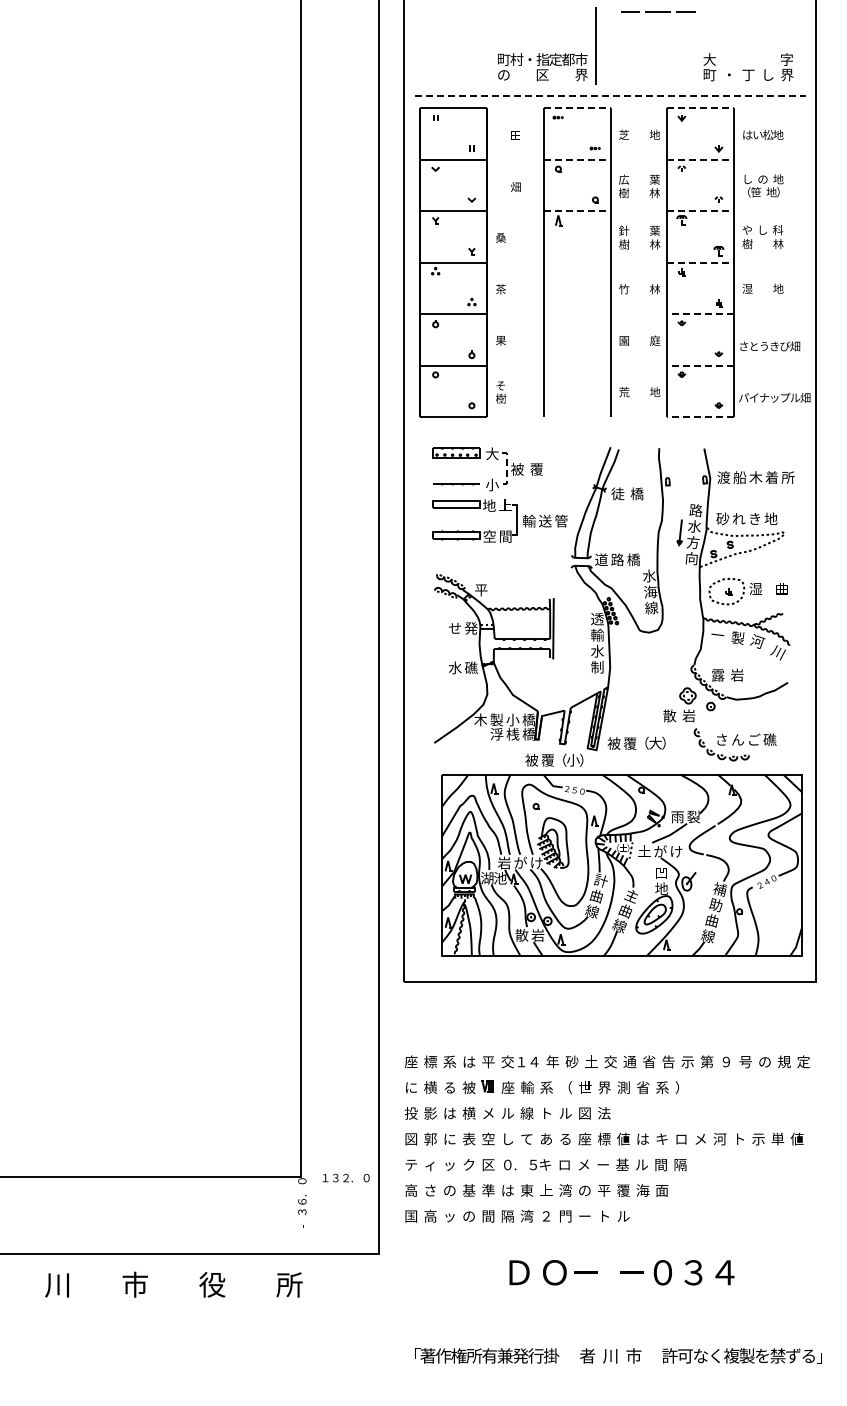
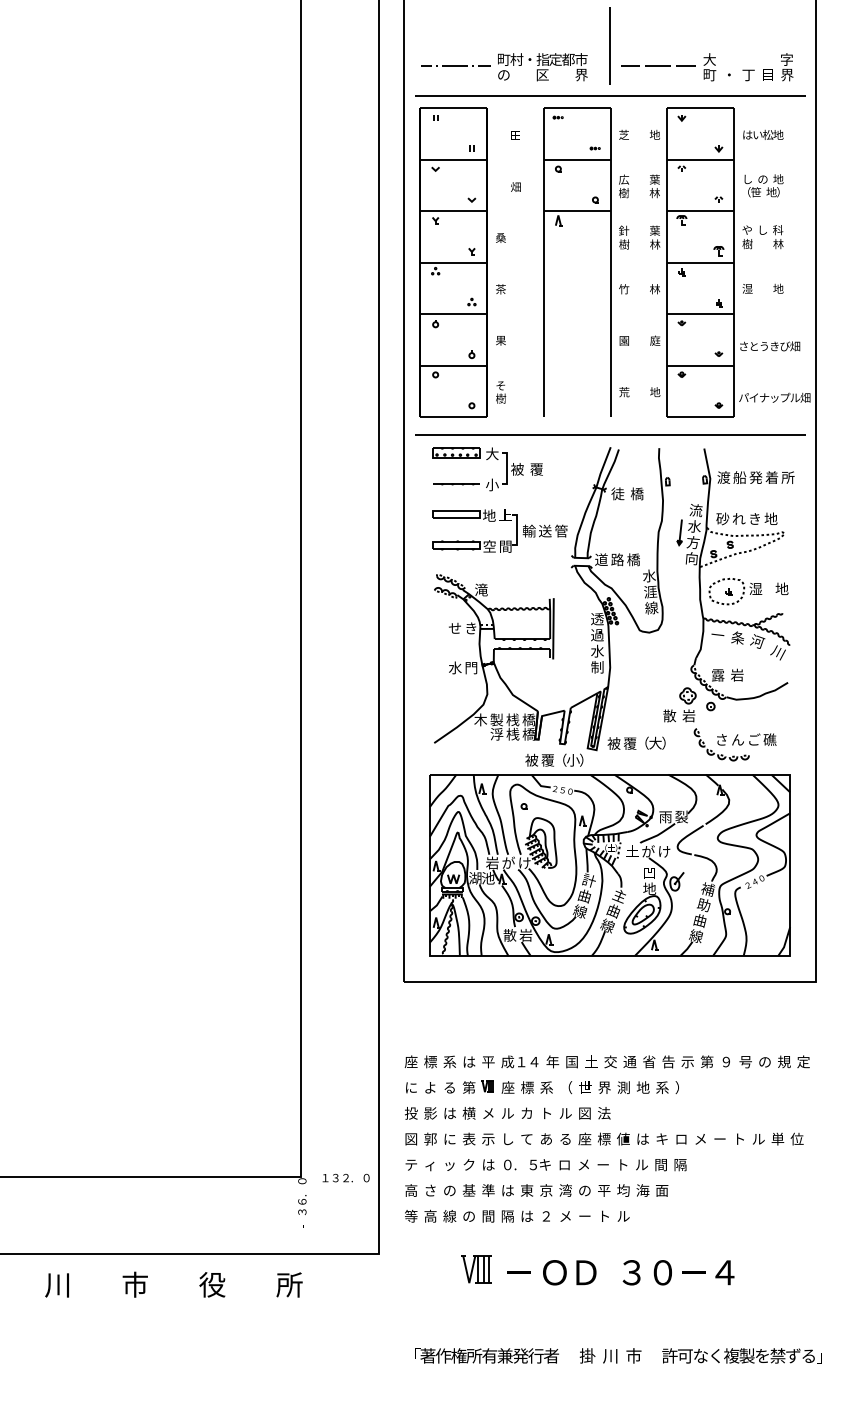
line at (658, 11) position: (658, 11) -> (658, 65)
line at (595, 45) position: (595, 45) -> (609, 45)
line at (455, 65): none -> present
text at (768, 74): し -> 目
line at (610, 95): dashed -> solid
line at (577, 108): dashed -> solid
line at (701, 108): dashed -> solid
line at (577, 159): dashed -> solid
line at (701, 159): dashed -> solid
line at (577, 211): dashed -> solid
line at (701, 211): dashed -> solid
line at (701, 262): dashed -> solid
line at (700, 314): dashed -> solid
line at (700, 365): dashed -> solid
line at (700, 417): dashed -> solid
line at (610, 434): none -> present
line at (507, 468): dashed -> solid
text at (755, 477): 木 -> 発
text at (695, 510): 路 -> 流
part at (495, 511) position: (495, 511) -> (495, 521)
text at (781, 588): 曲 -> 地
text at (481, 589): 平 -> 滝
text at (652, 591): 海 -> 涯
text at (471, 628): 発 -> き
text at (597, 634): 輸 -> 過
text at (737, 637): 製 -> 条
text at (471, 667): 礁 -> 門
text at (512, 719): 小 -> 桟
part at (621, 865) position: (621, 865) -> (609, 865)
text at (507, 1061): 交 -> 成
text at (571, 1061): 砂 -> 国
text at (430, 1087): 横 -> よ
text at (468, 1087): 被 -> 第
text at (527, 1087): 輸 -> 標
text at (642, 1087): 省 -> 地
text at (526, 1113): 線 -> カ
text at (488, 1138): 空 -> 示
text at (797, 1138): 値 -> 位
text at (719, 1139): 河 -> ー
text at (758, 1139): 示 -> ル
text at (622, 1164): 基 -> ト
text at (488, 1165): 区 -> は
text at (546, 1190): 上 -> 京
text at (623, 1190): 覆 -> 均
text at (411, 1215): 国 -> 等
text at (526, 1215): 湾 -> は
text at (449, 1216): ッ -> 線
text at (565, 1216): 門 -> メ
part at (476, 1269): none -> present
text at (518, 1272): Ｄ -> －
text at (585, 1272): － -> Ｄ
text at (631, 1272): － -> ３
text at (693, 1272): ３ -> －
text at (551, 1355): 掛 -> 者
text at (587, 1355): 者 -> 掛
